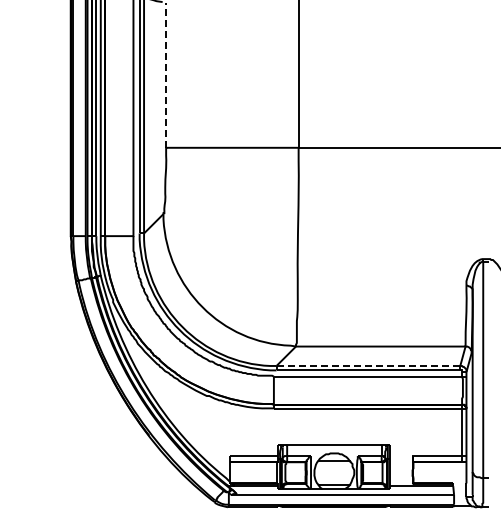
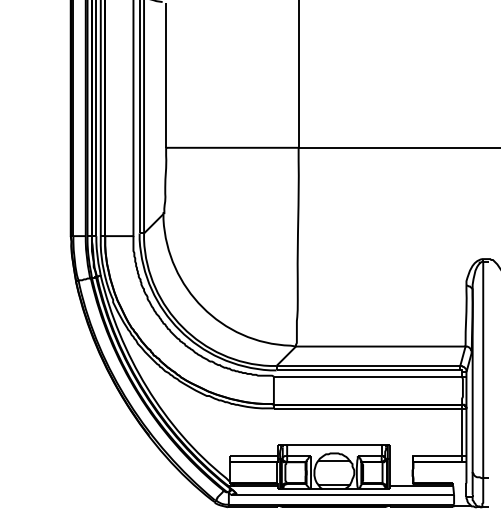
line at (166, 74): dashed -> solid
line at (368, 365): dashed -> solid
